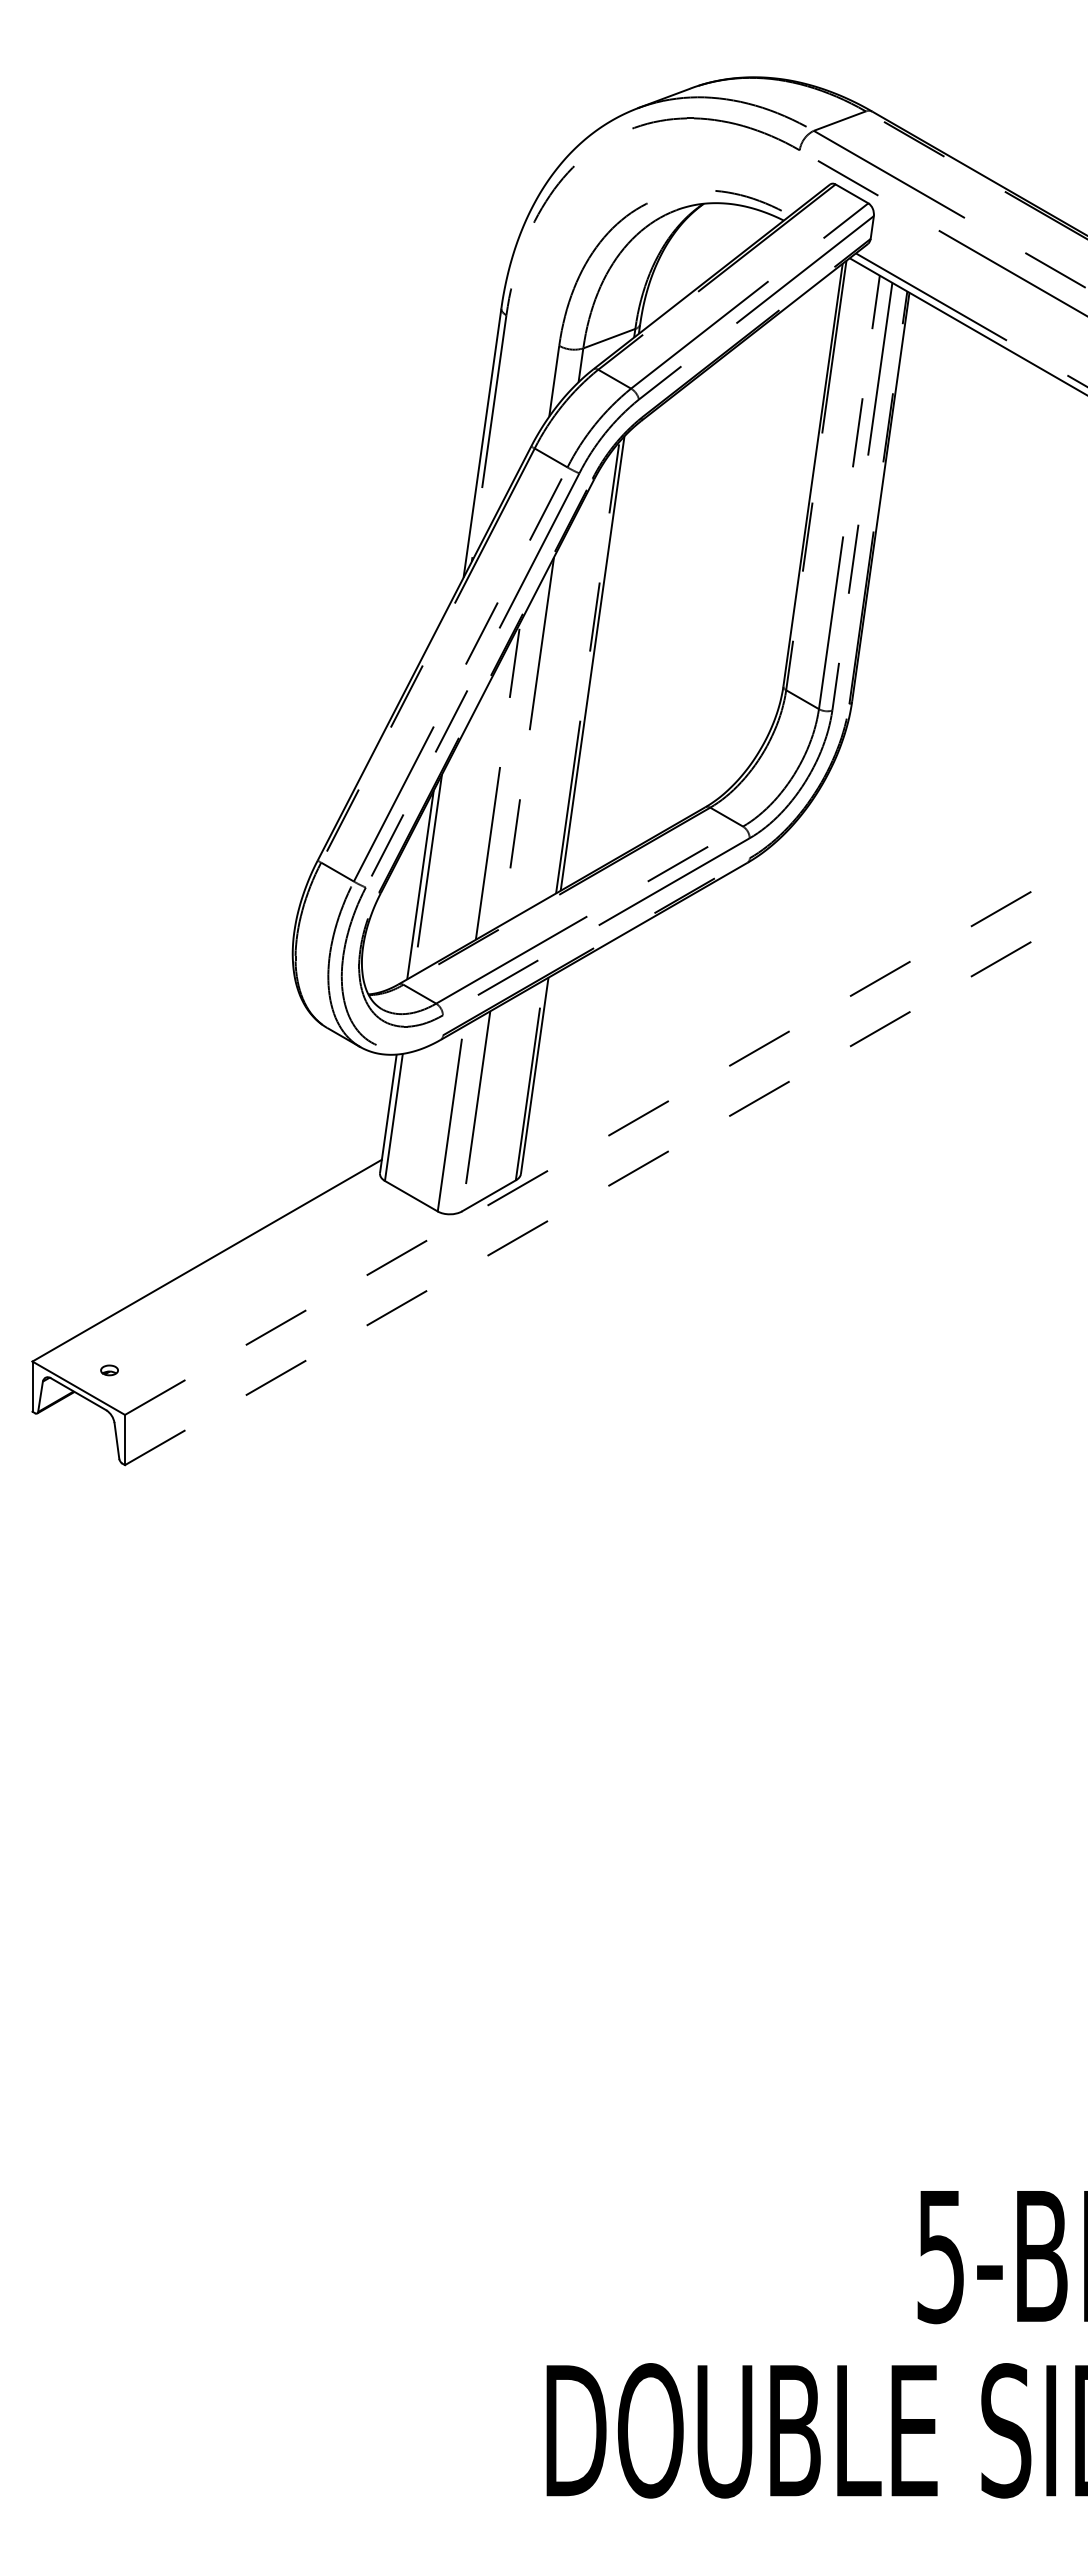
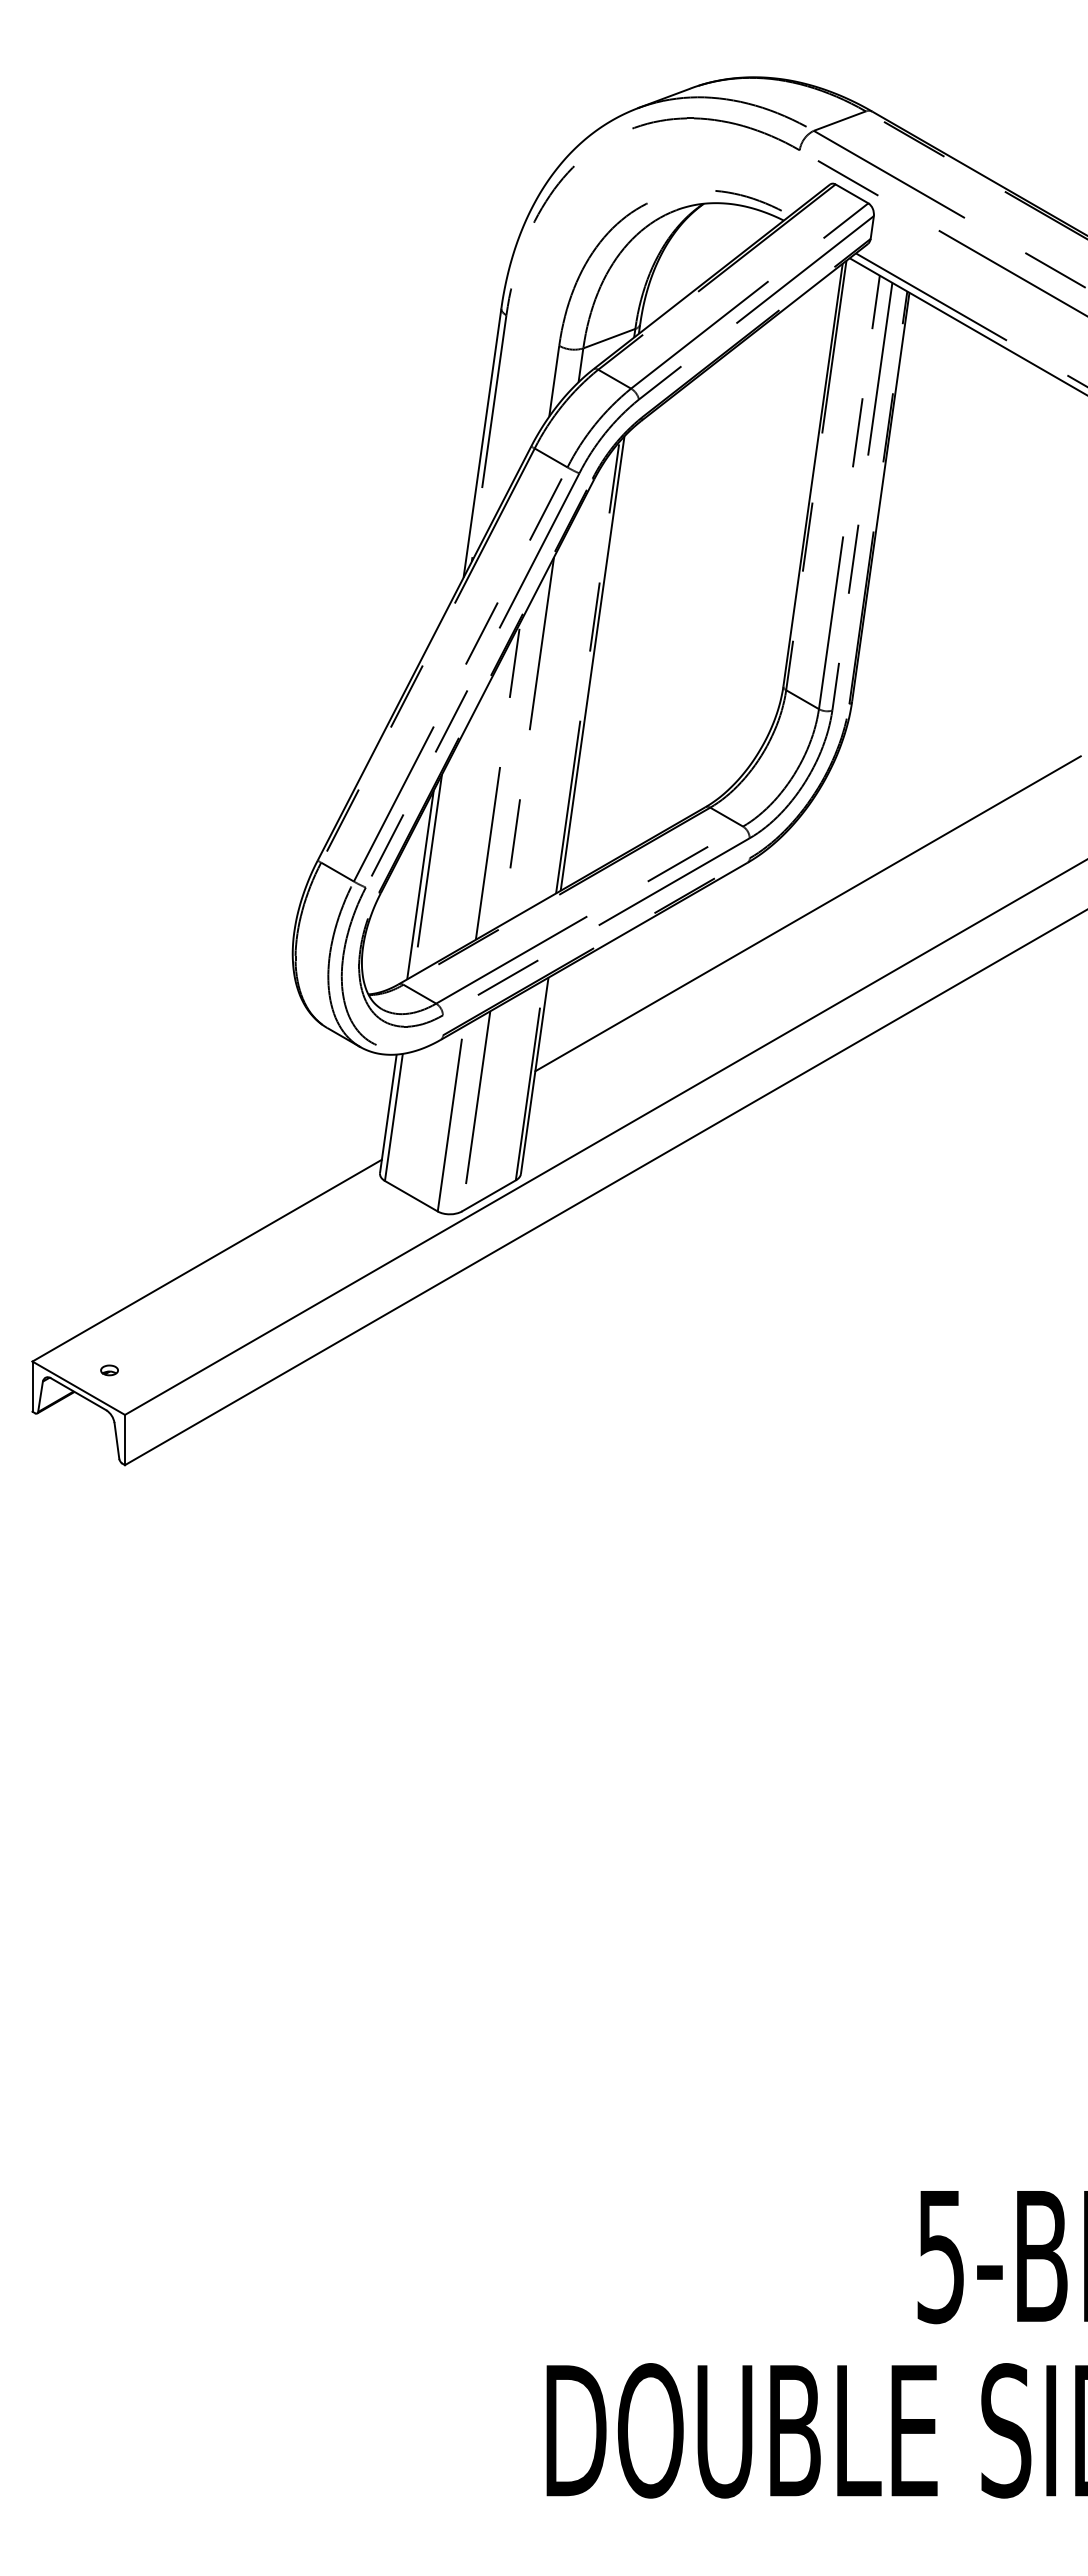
line at (807, 913): none -> present
line at (606, 1137): dashed -> solid
line at (606, 1187): dashed -> solid
